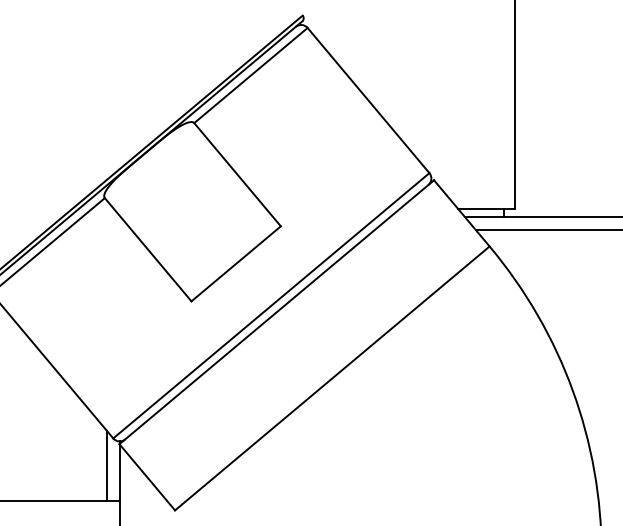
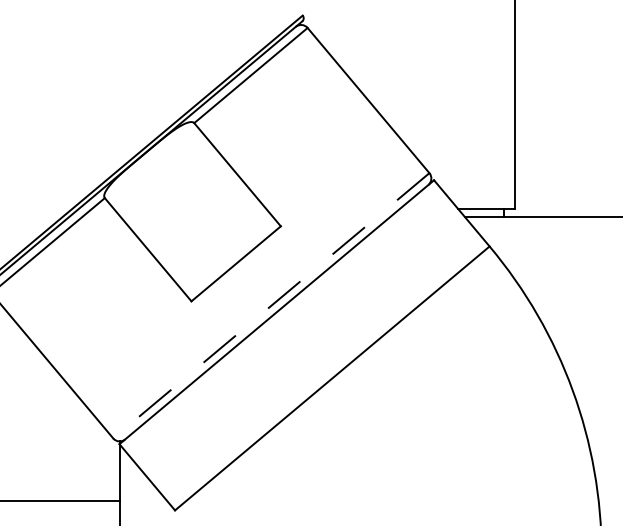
line at (547, 230): present -> none
line at (270, 306): solid -> dashed
line at (106, 465): present -> none
